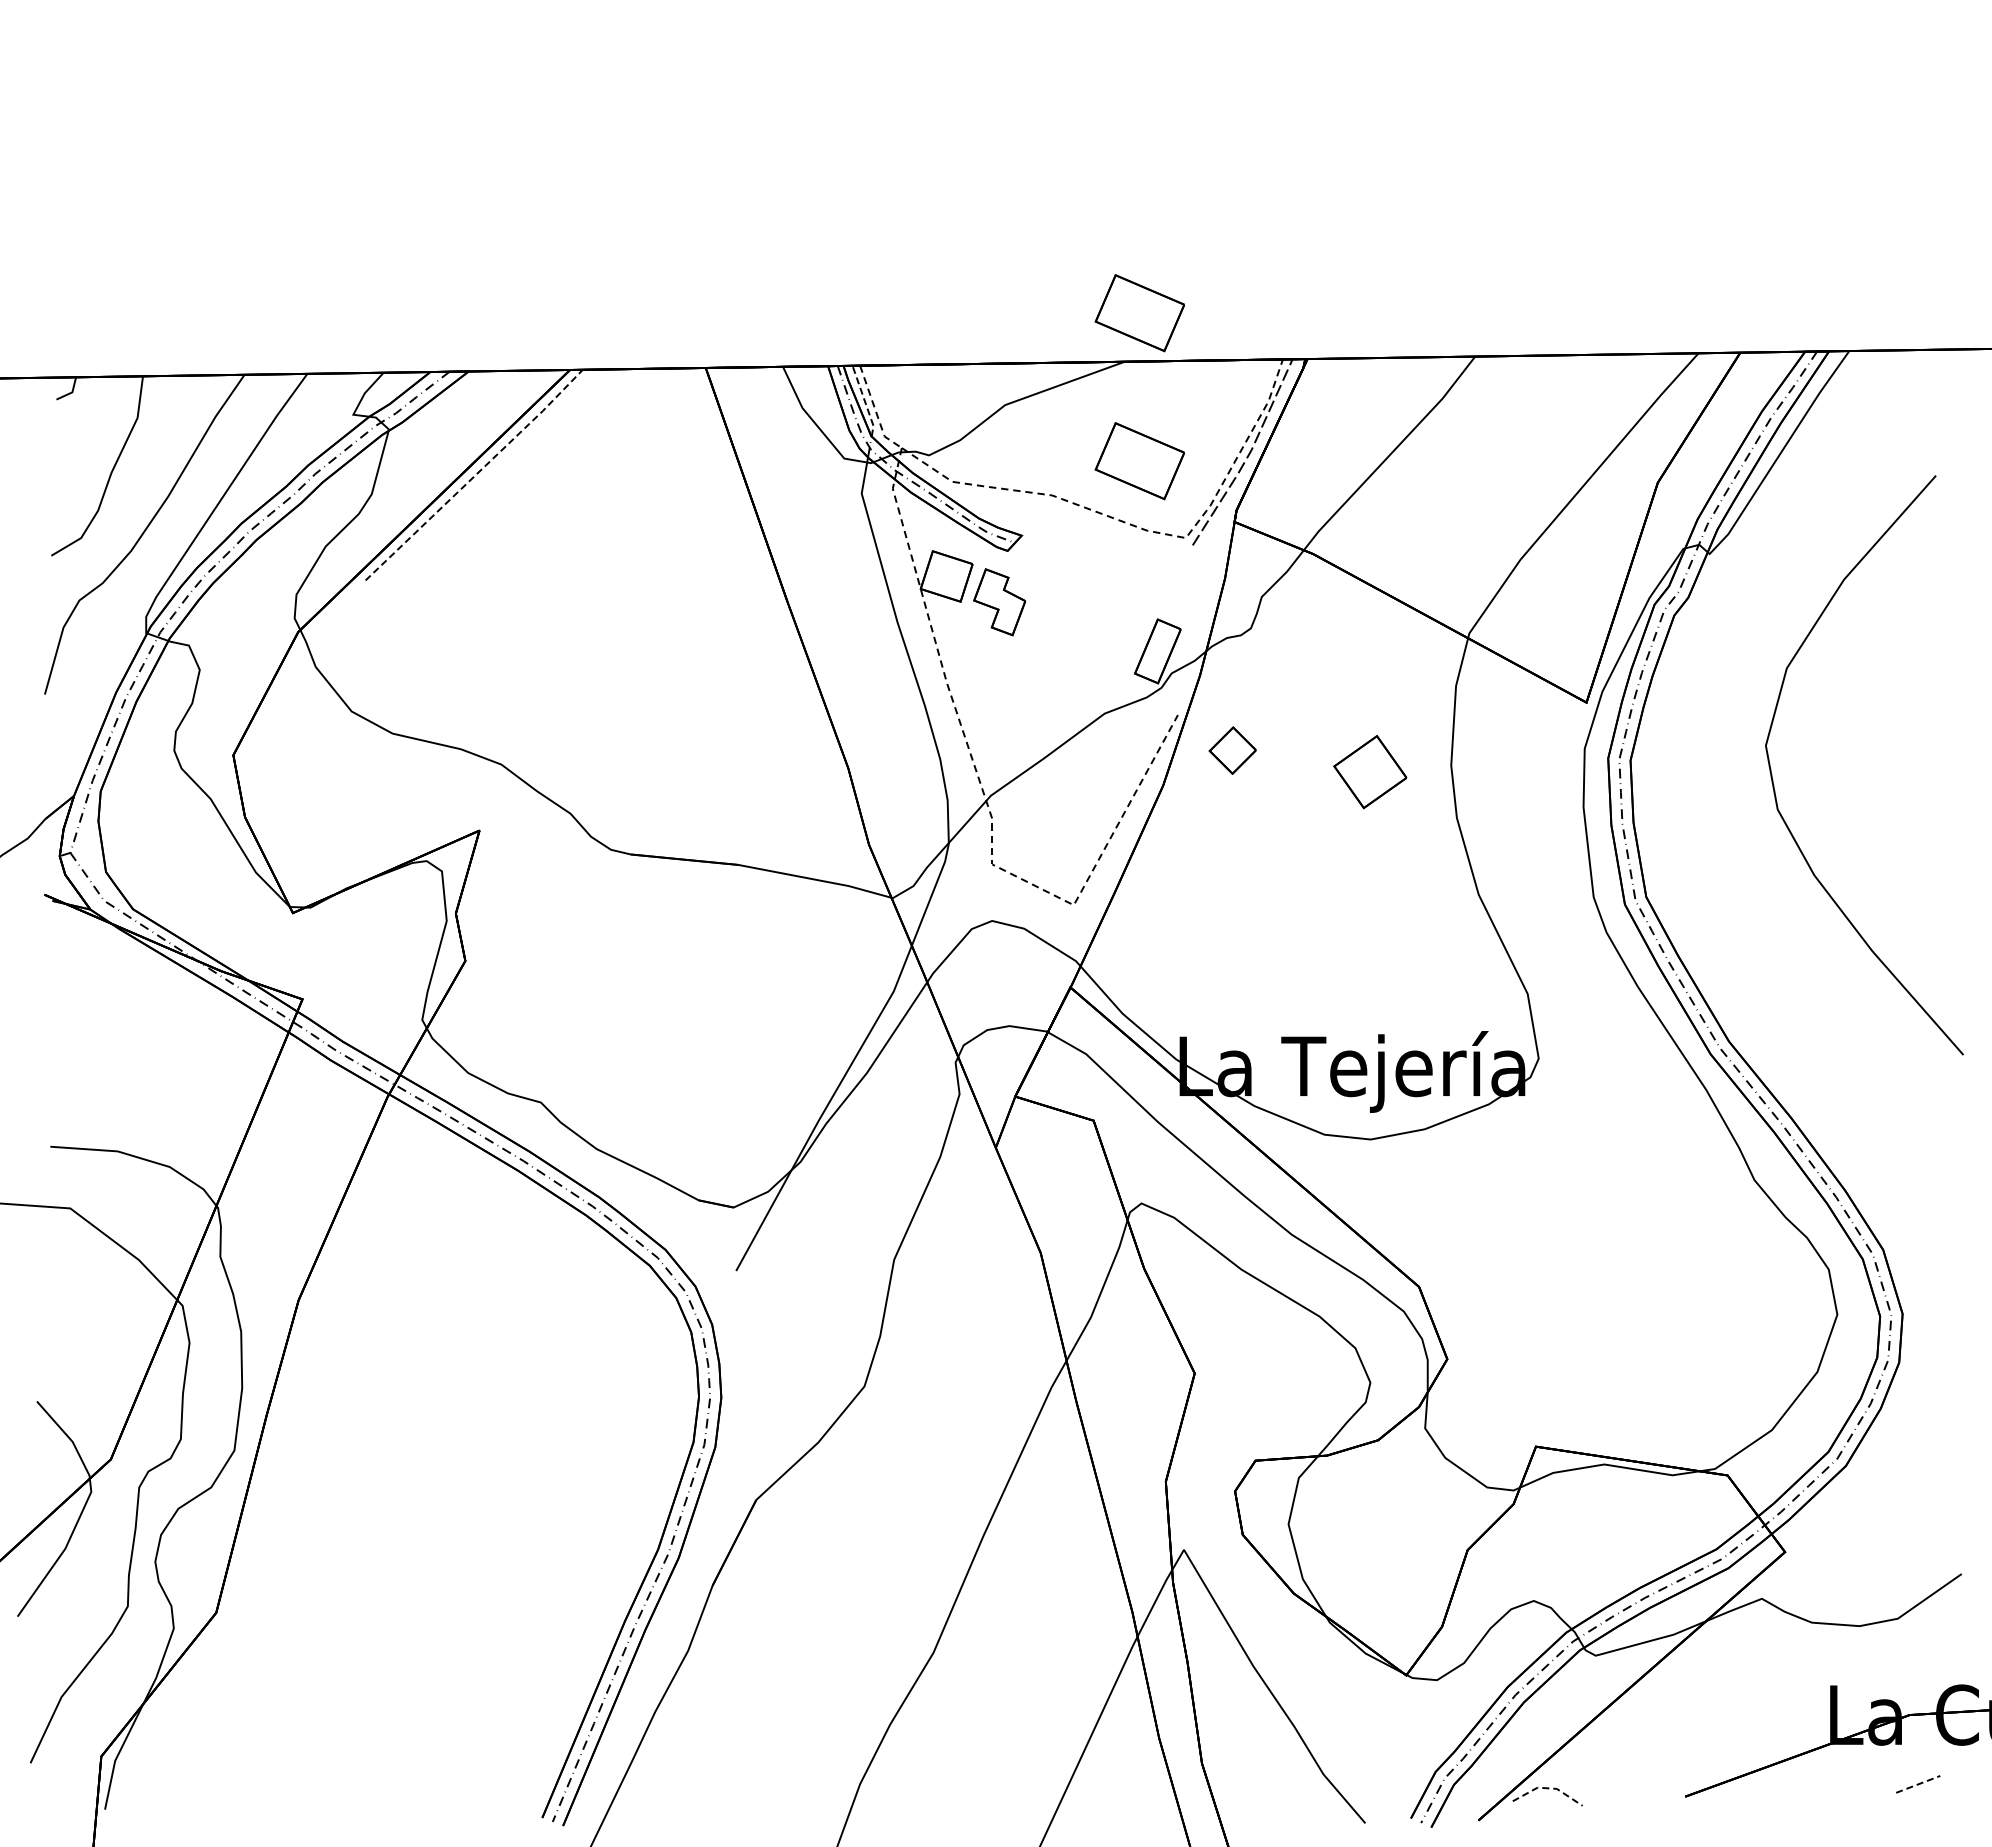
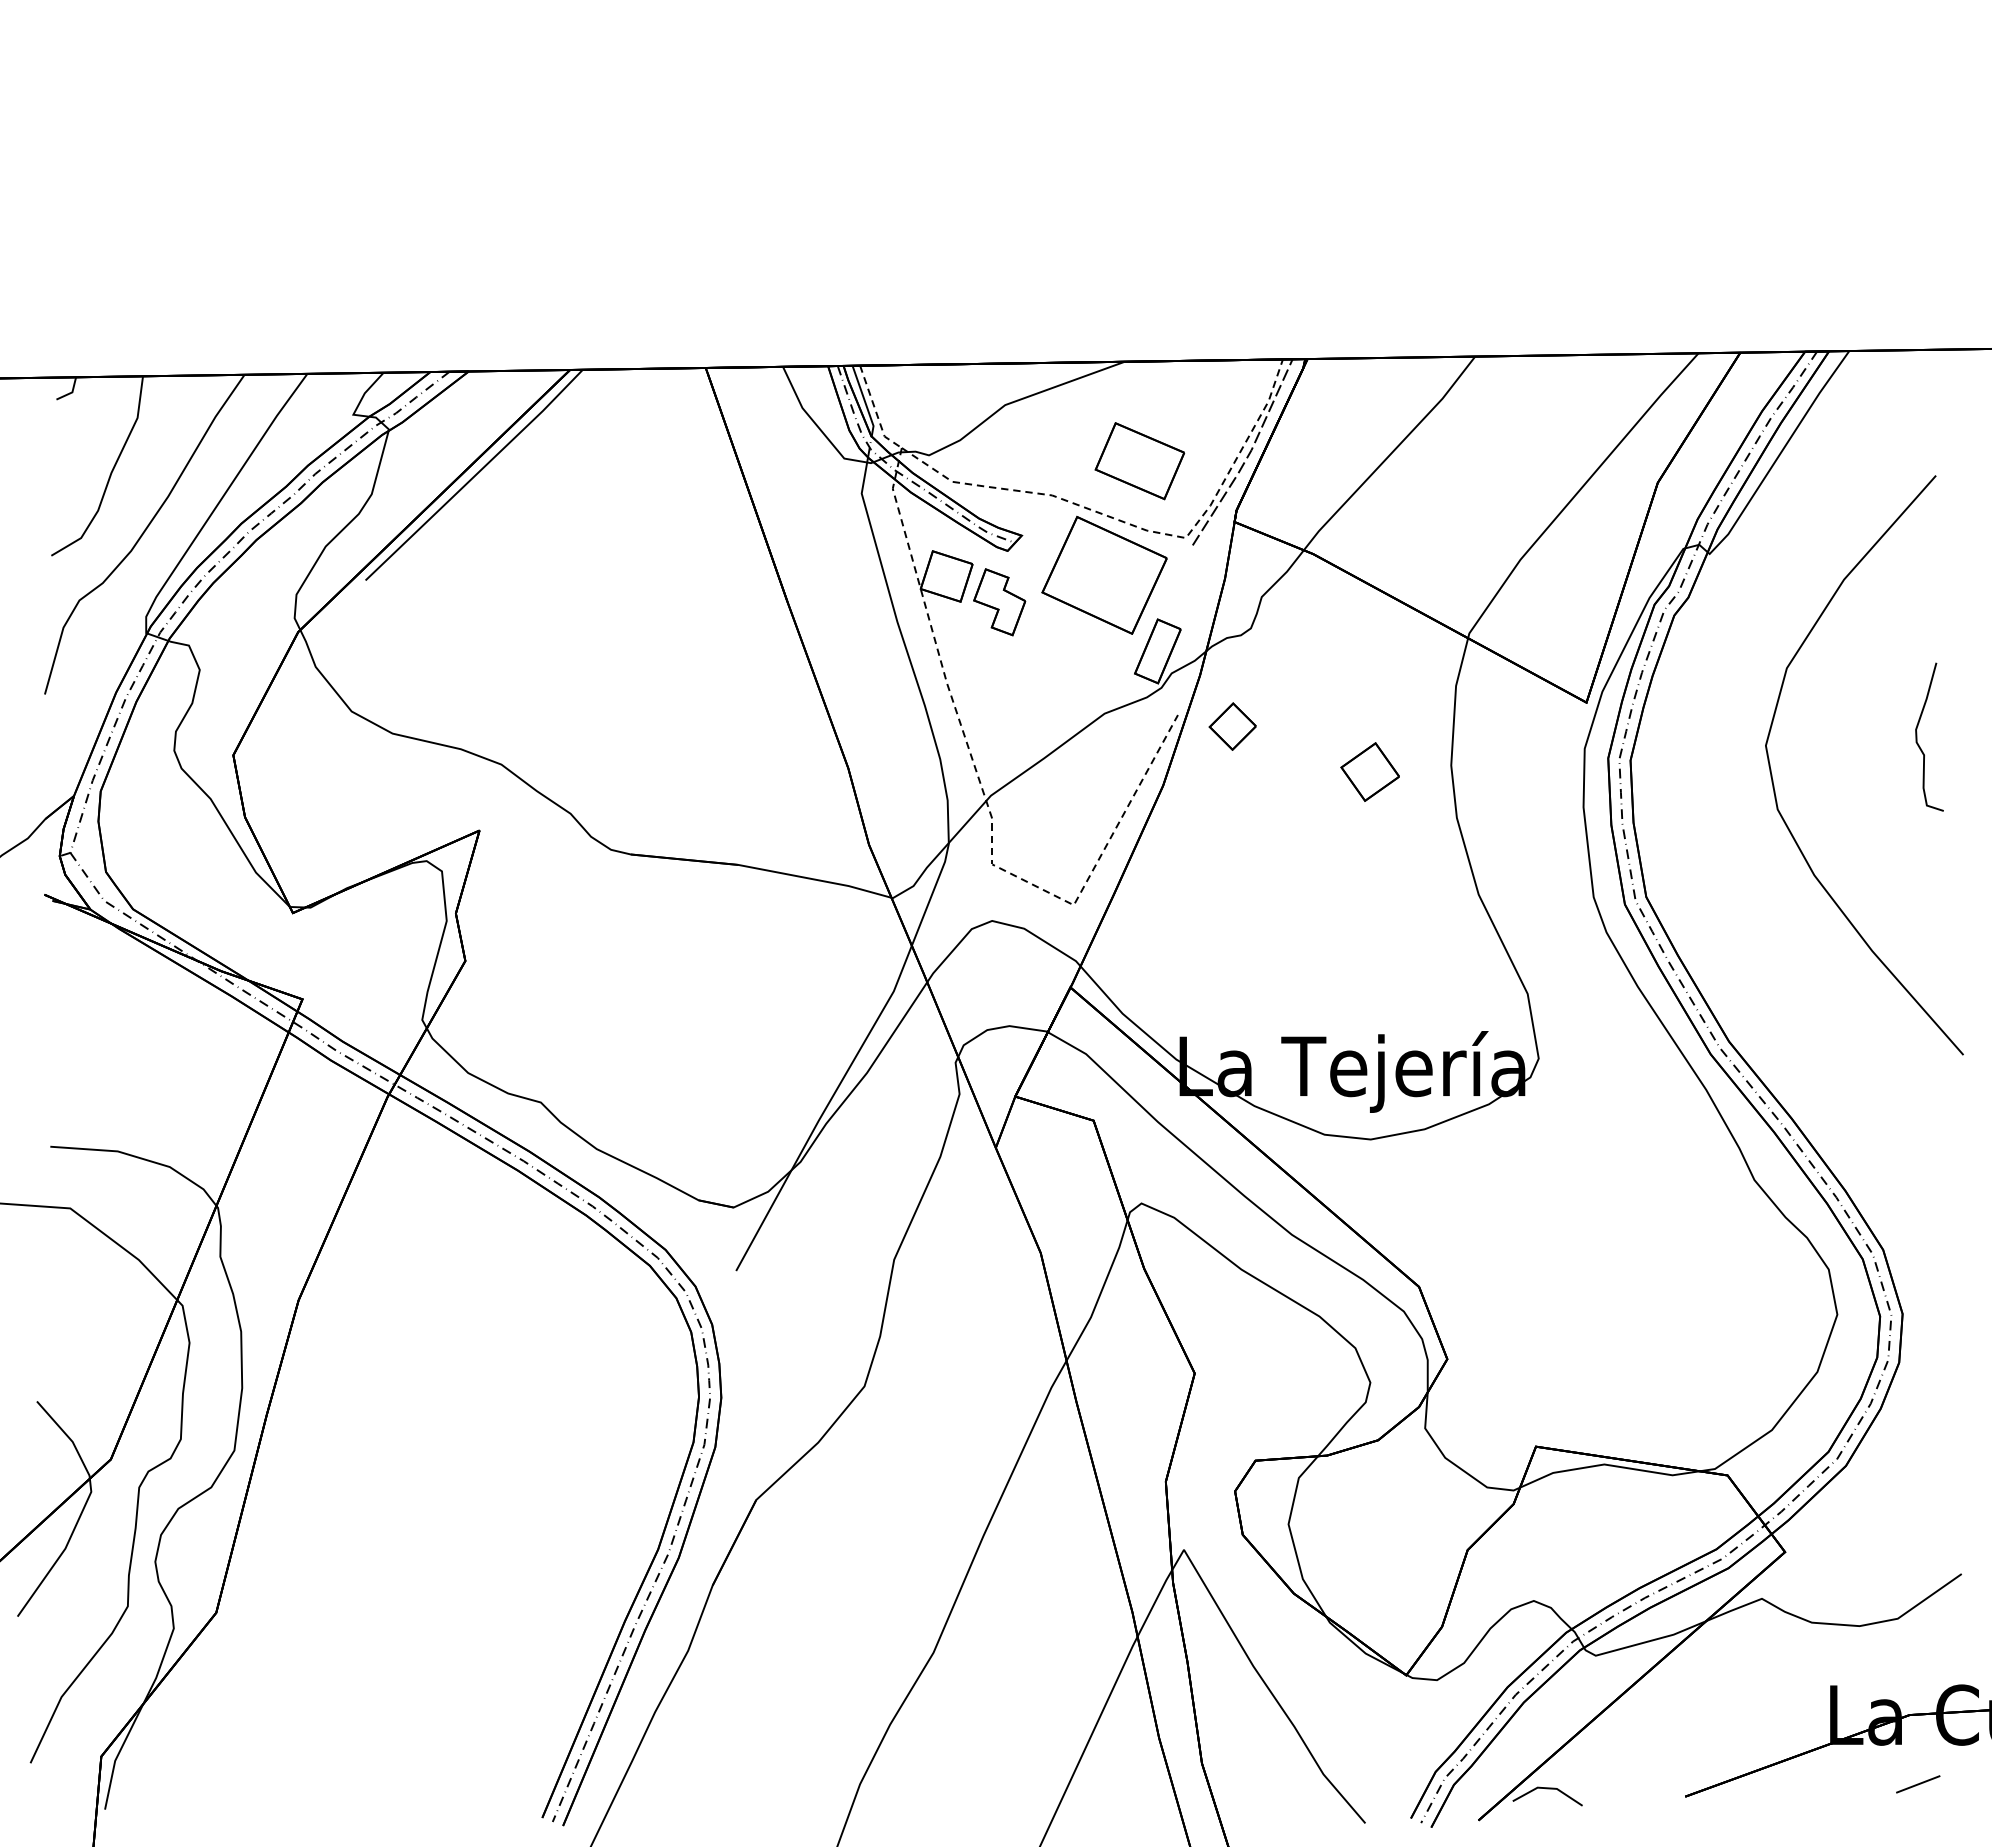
part at (1139, 313): present -> none
line at (865, 401): dashed -> solid
line at (475, 475): dashed -> solid
part at (1104, 574): none -> present
curve at (1917, 736): none -> present
part at (1232, 750) position: (1232, 750) -> (1232, 726)
part at (1370, 772) size: 75x75 px -> 60x60 px
line at (1918, 1784): dashed -> solid
line at (1548, 1788): dashed -> solid
